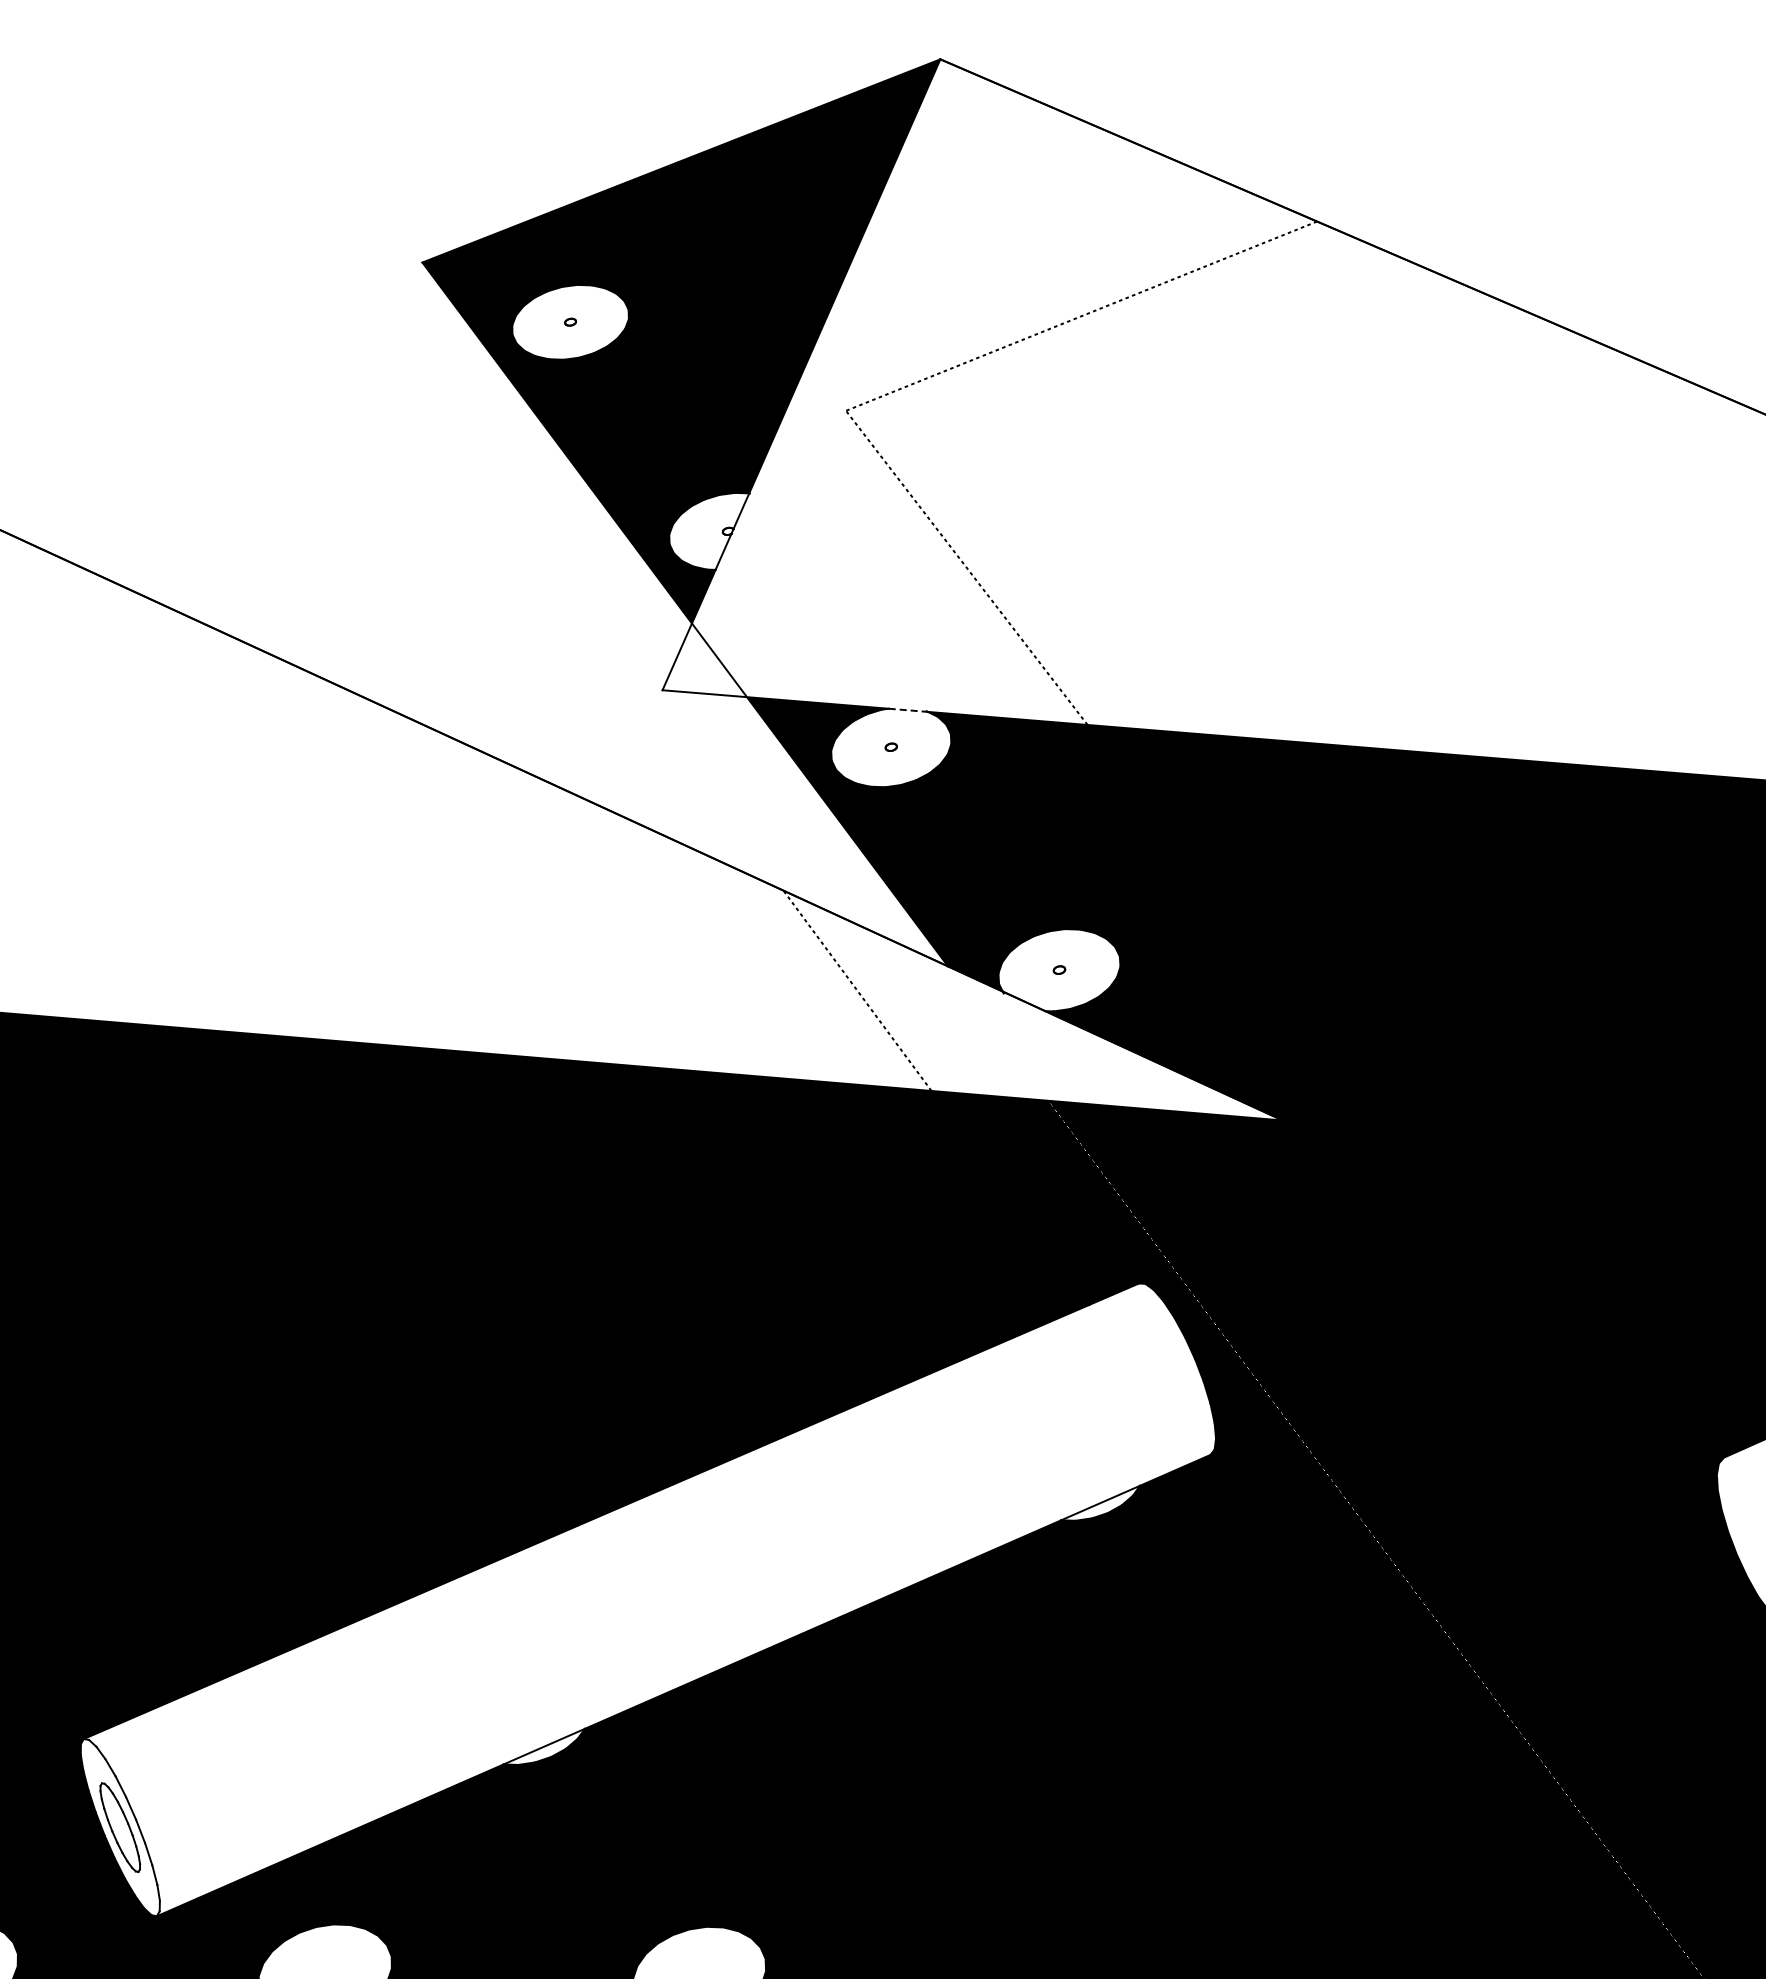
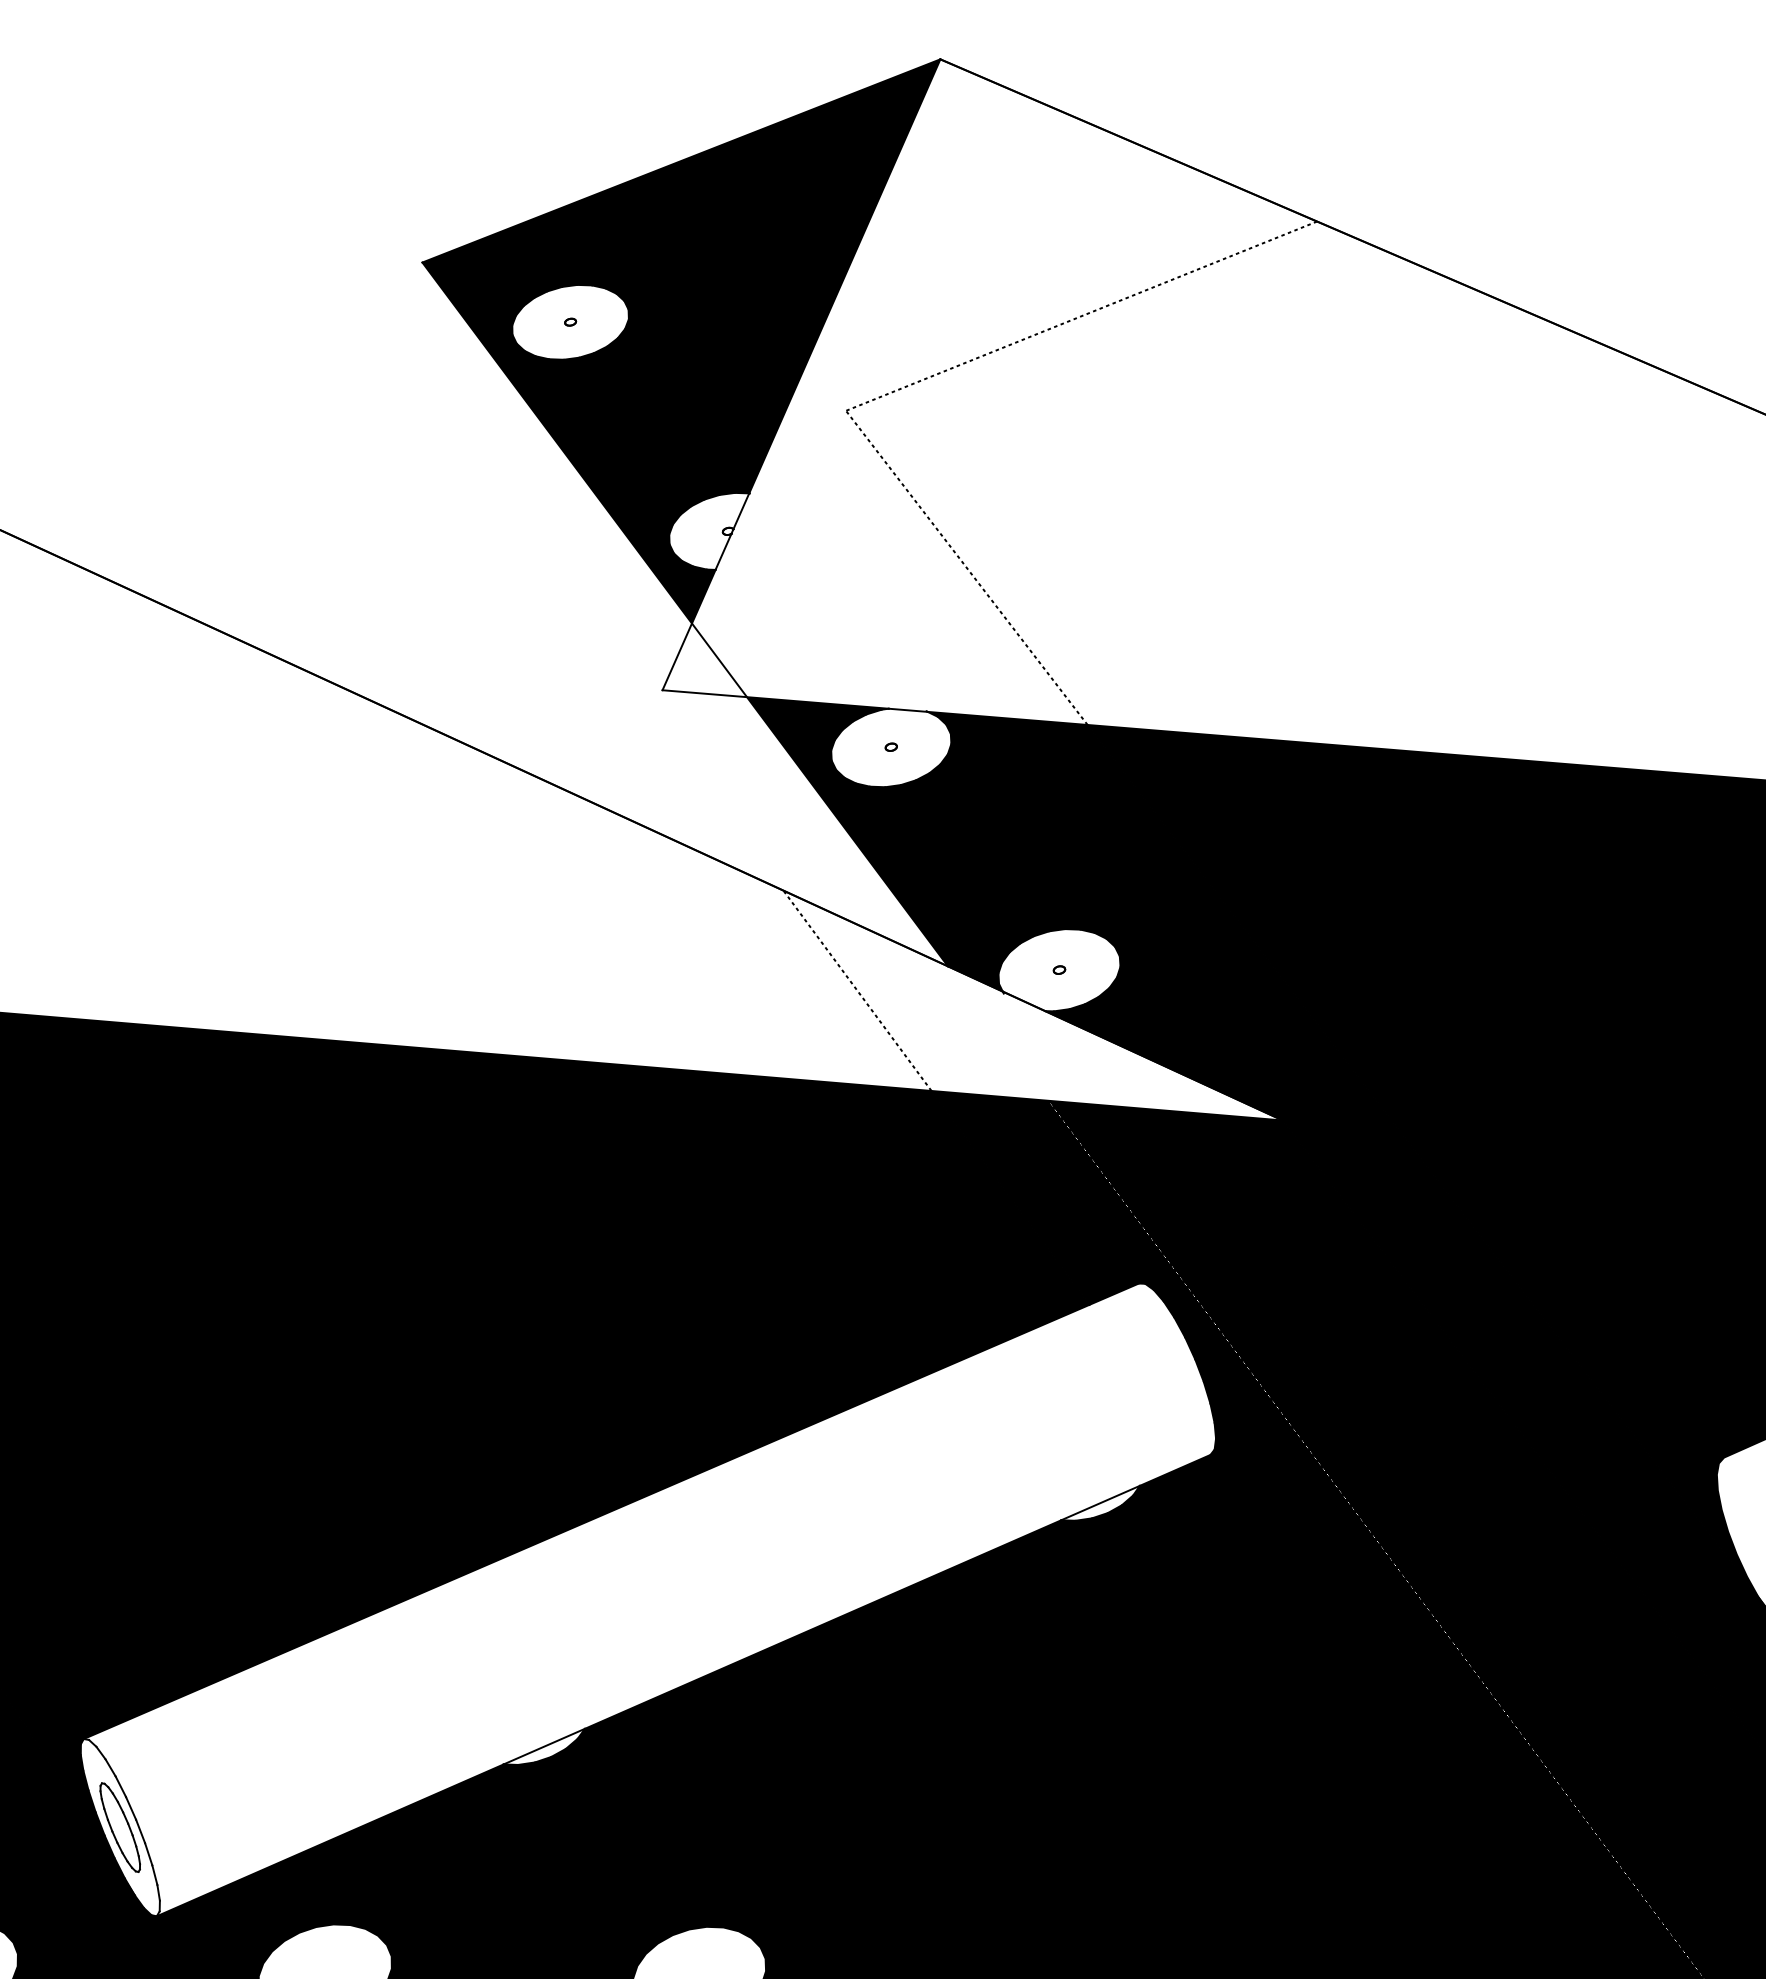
line at (908, 710): dashed -> solid
